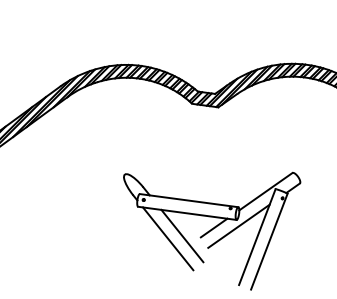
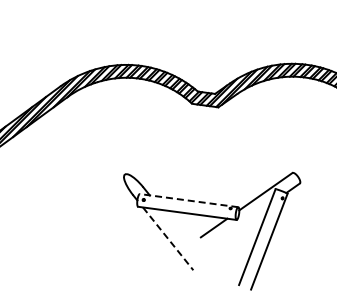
line at (189, 200): solid -> dashed
line at (238, 225): present -> none
line at (182, 235): present -> none
line at (168, 239): solid -> dashed
